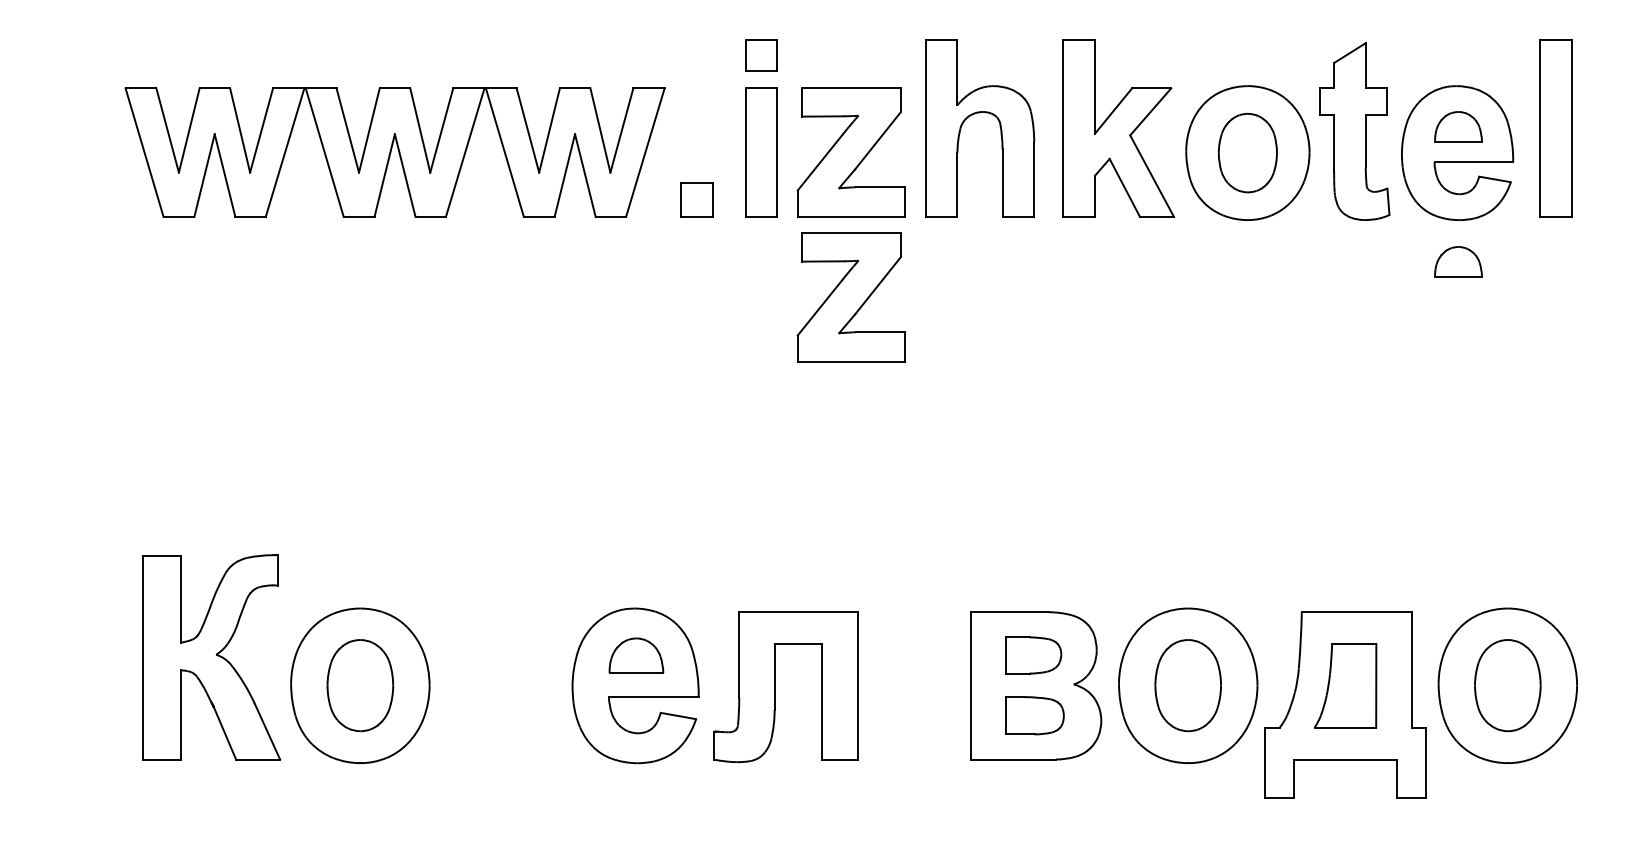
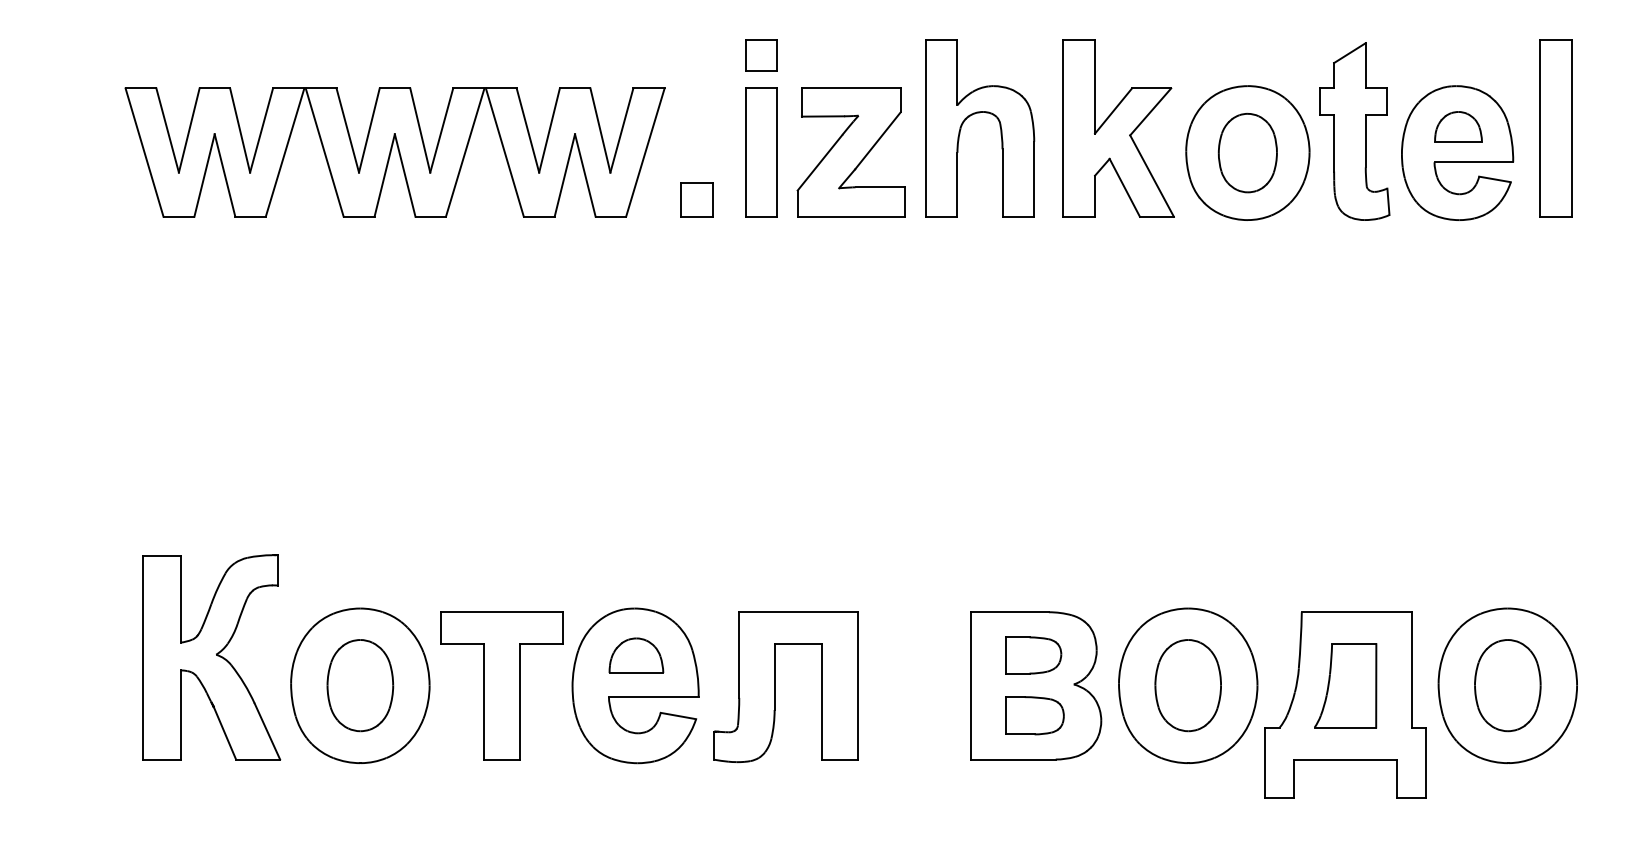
part at (1458, 261): present -> none
part at (850, 297): present -> none
part at (501, 685): none -> present
